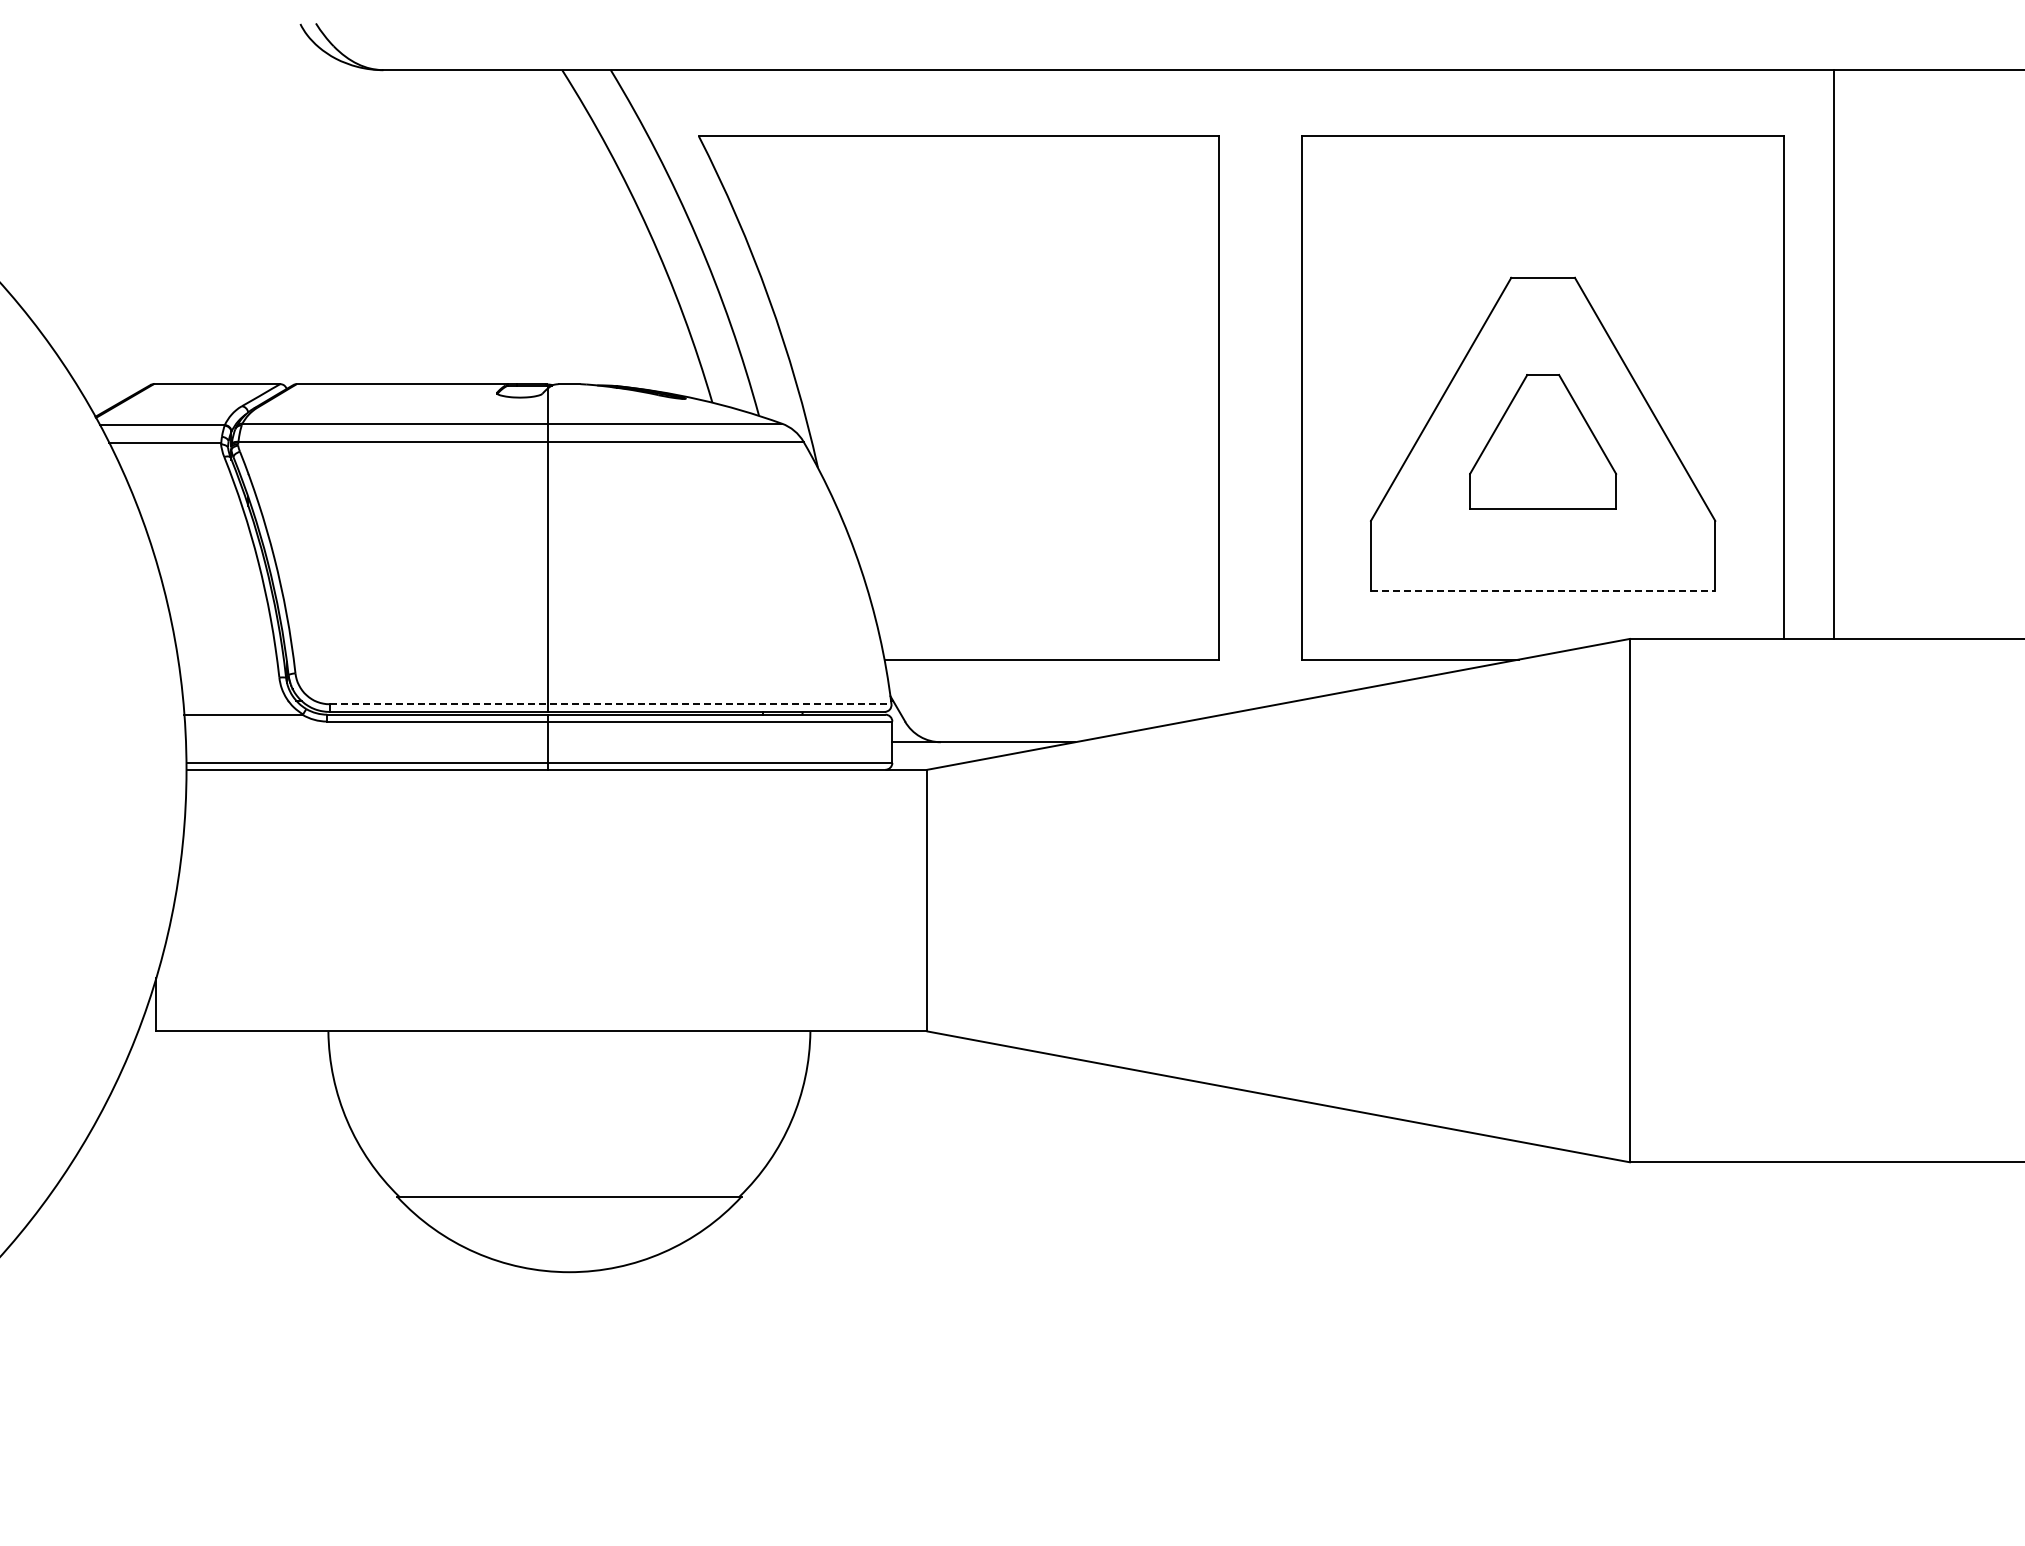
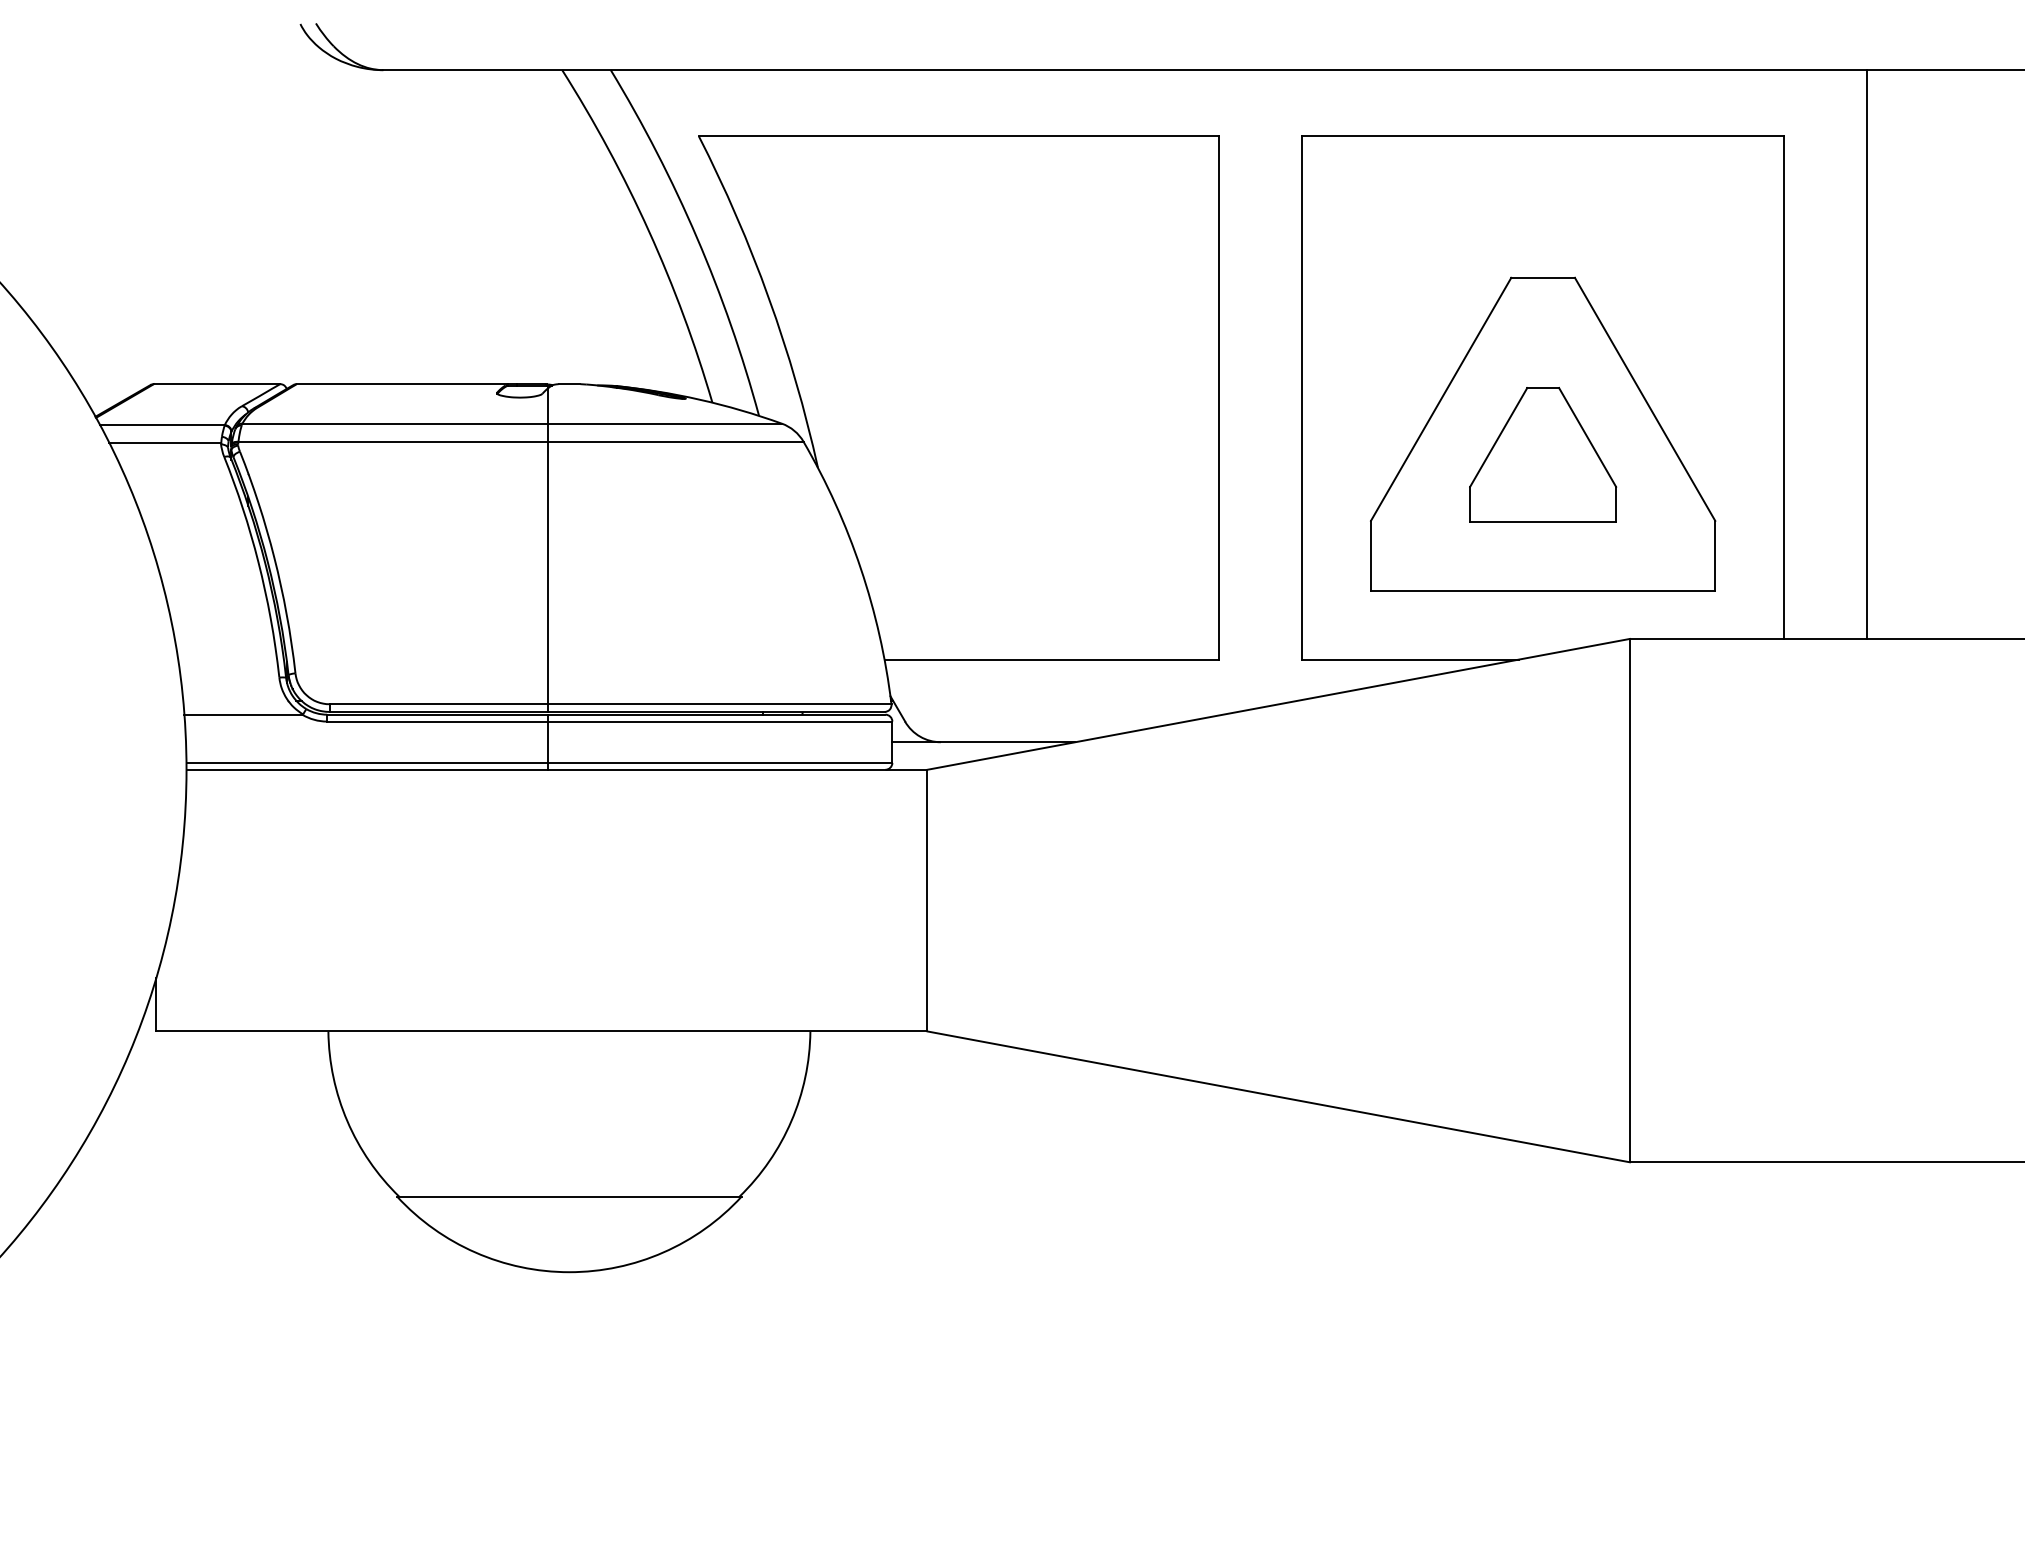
line at (1833, 354) position: (1833, 354) -> (1866, 354)
part at (1543, 441) position: (1543, 441) -> (1543, 454)
line at (1543, 590): dashed -> solid
line at (610, 704): dashed -> solid
